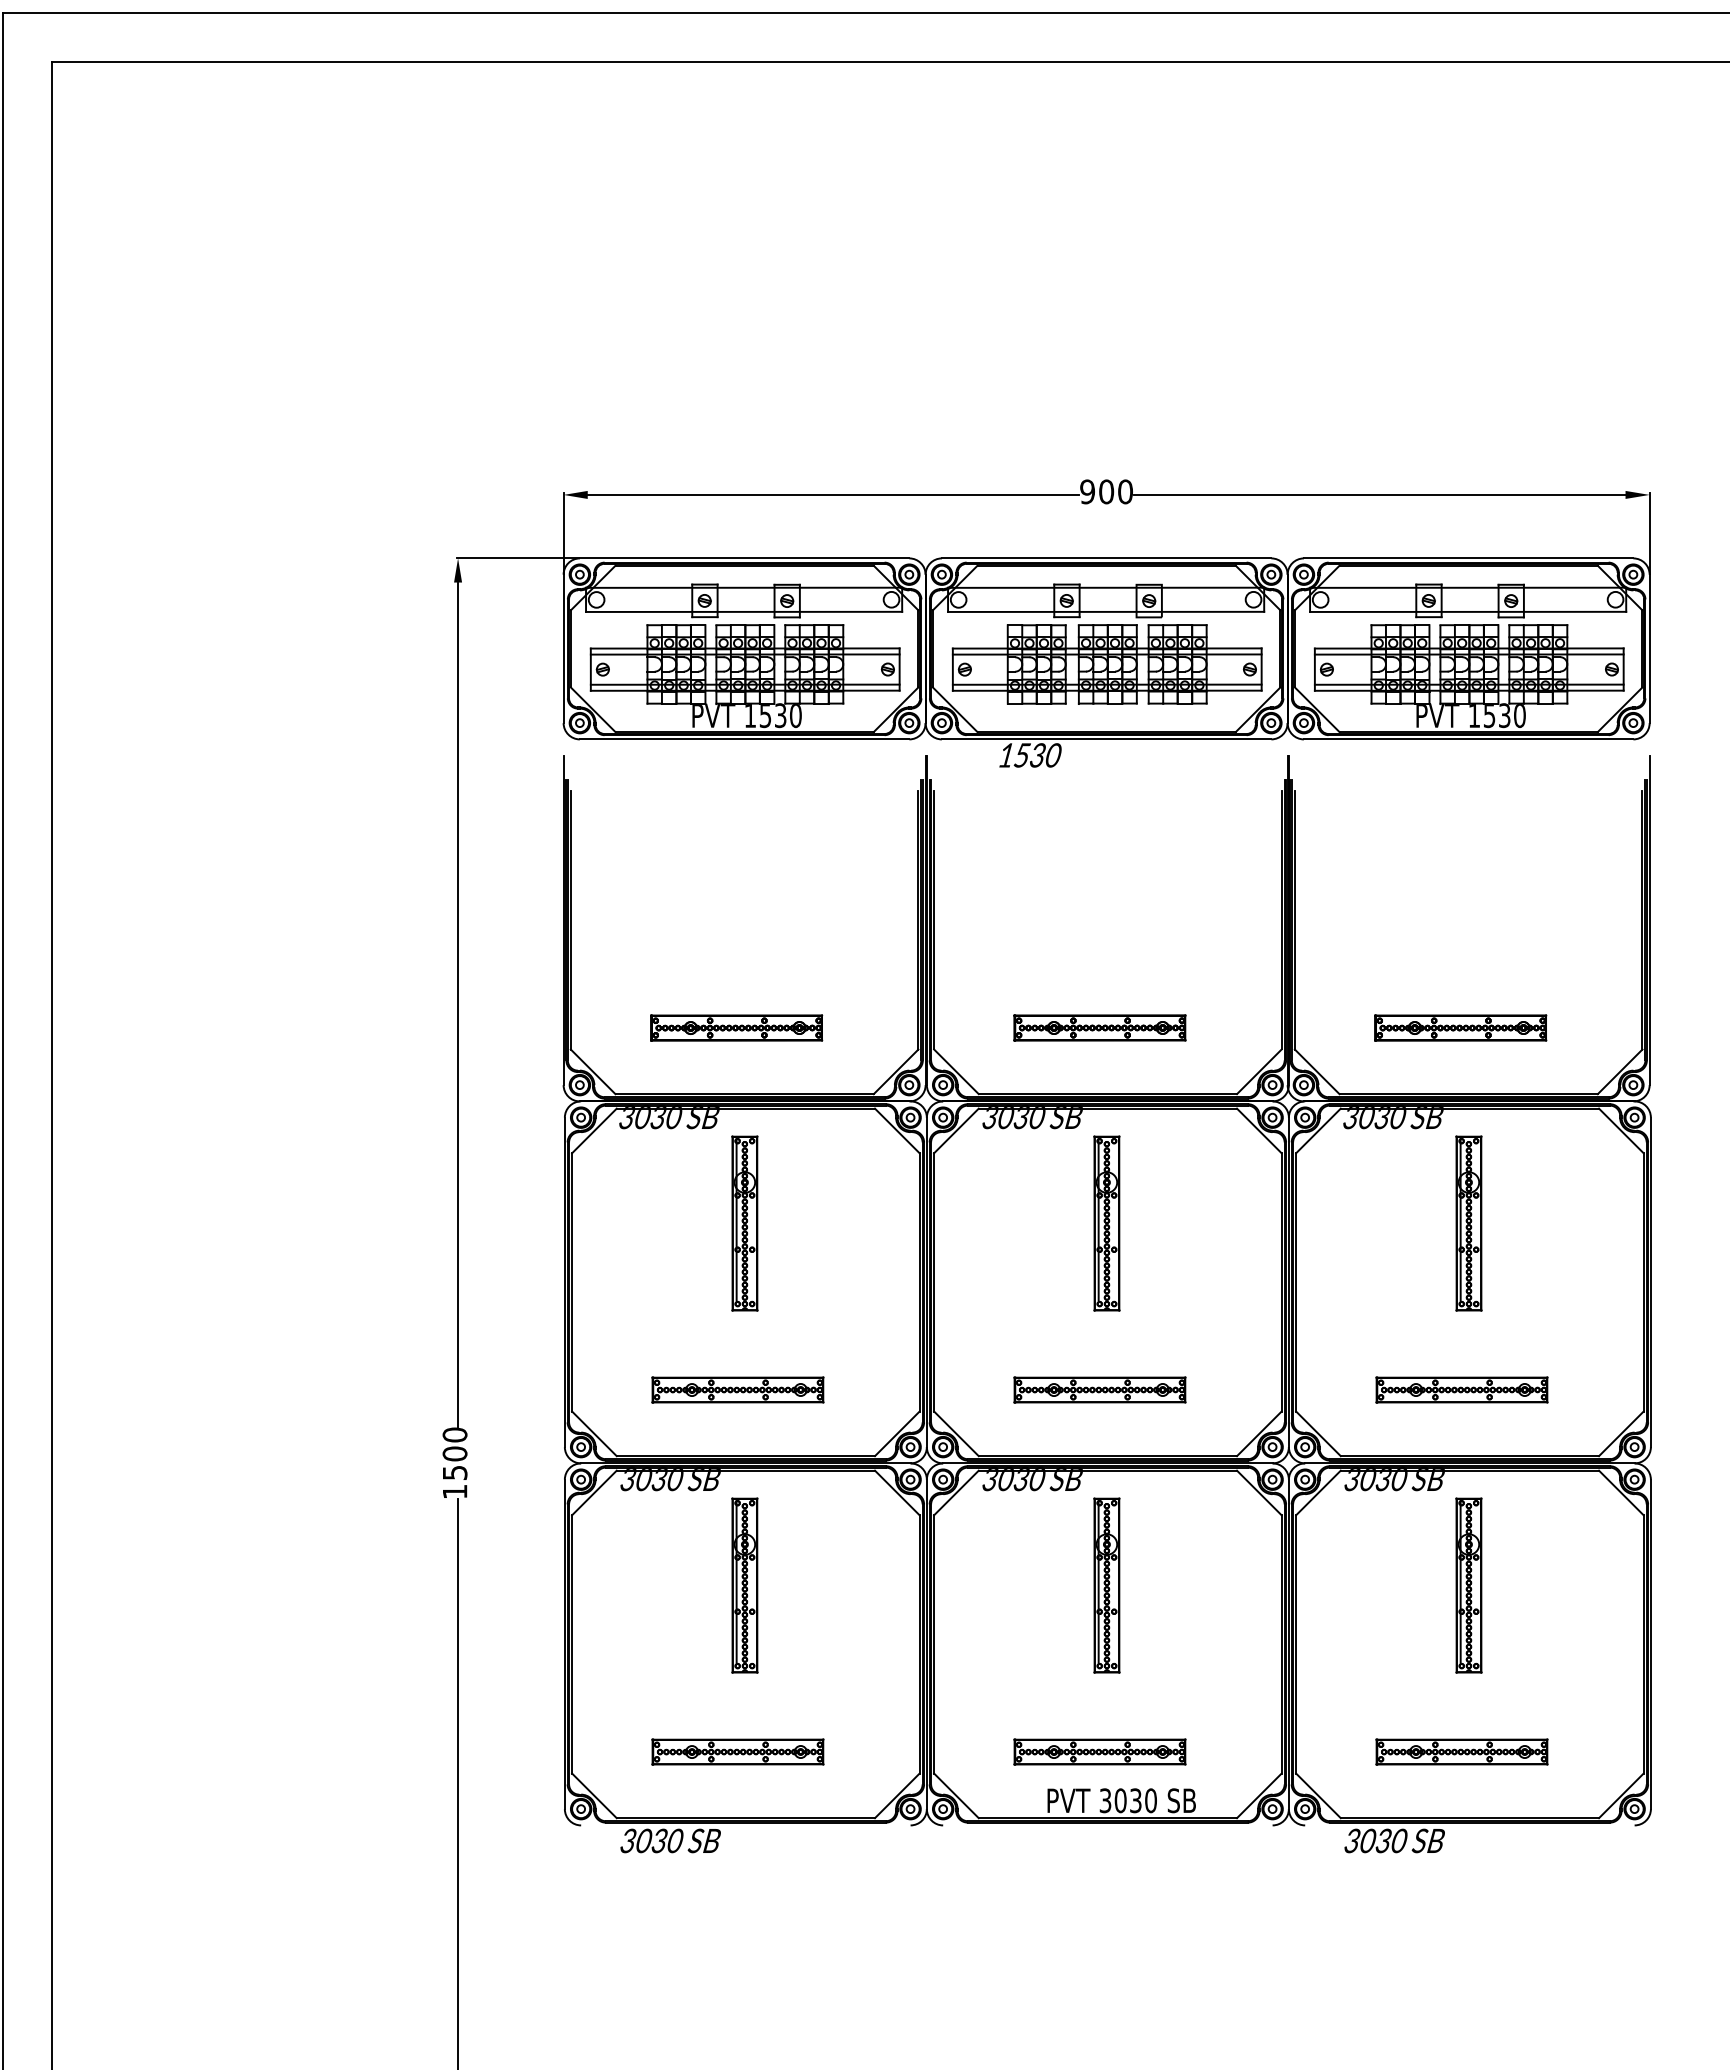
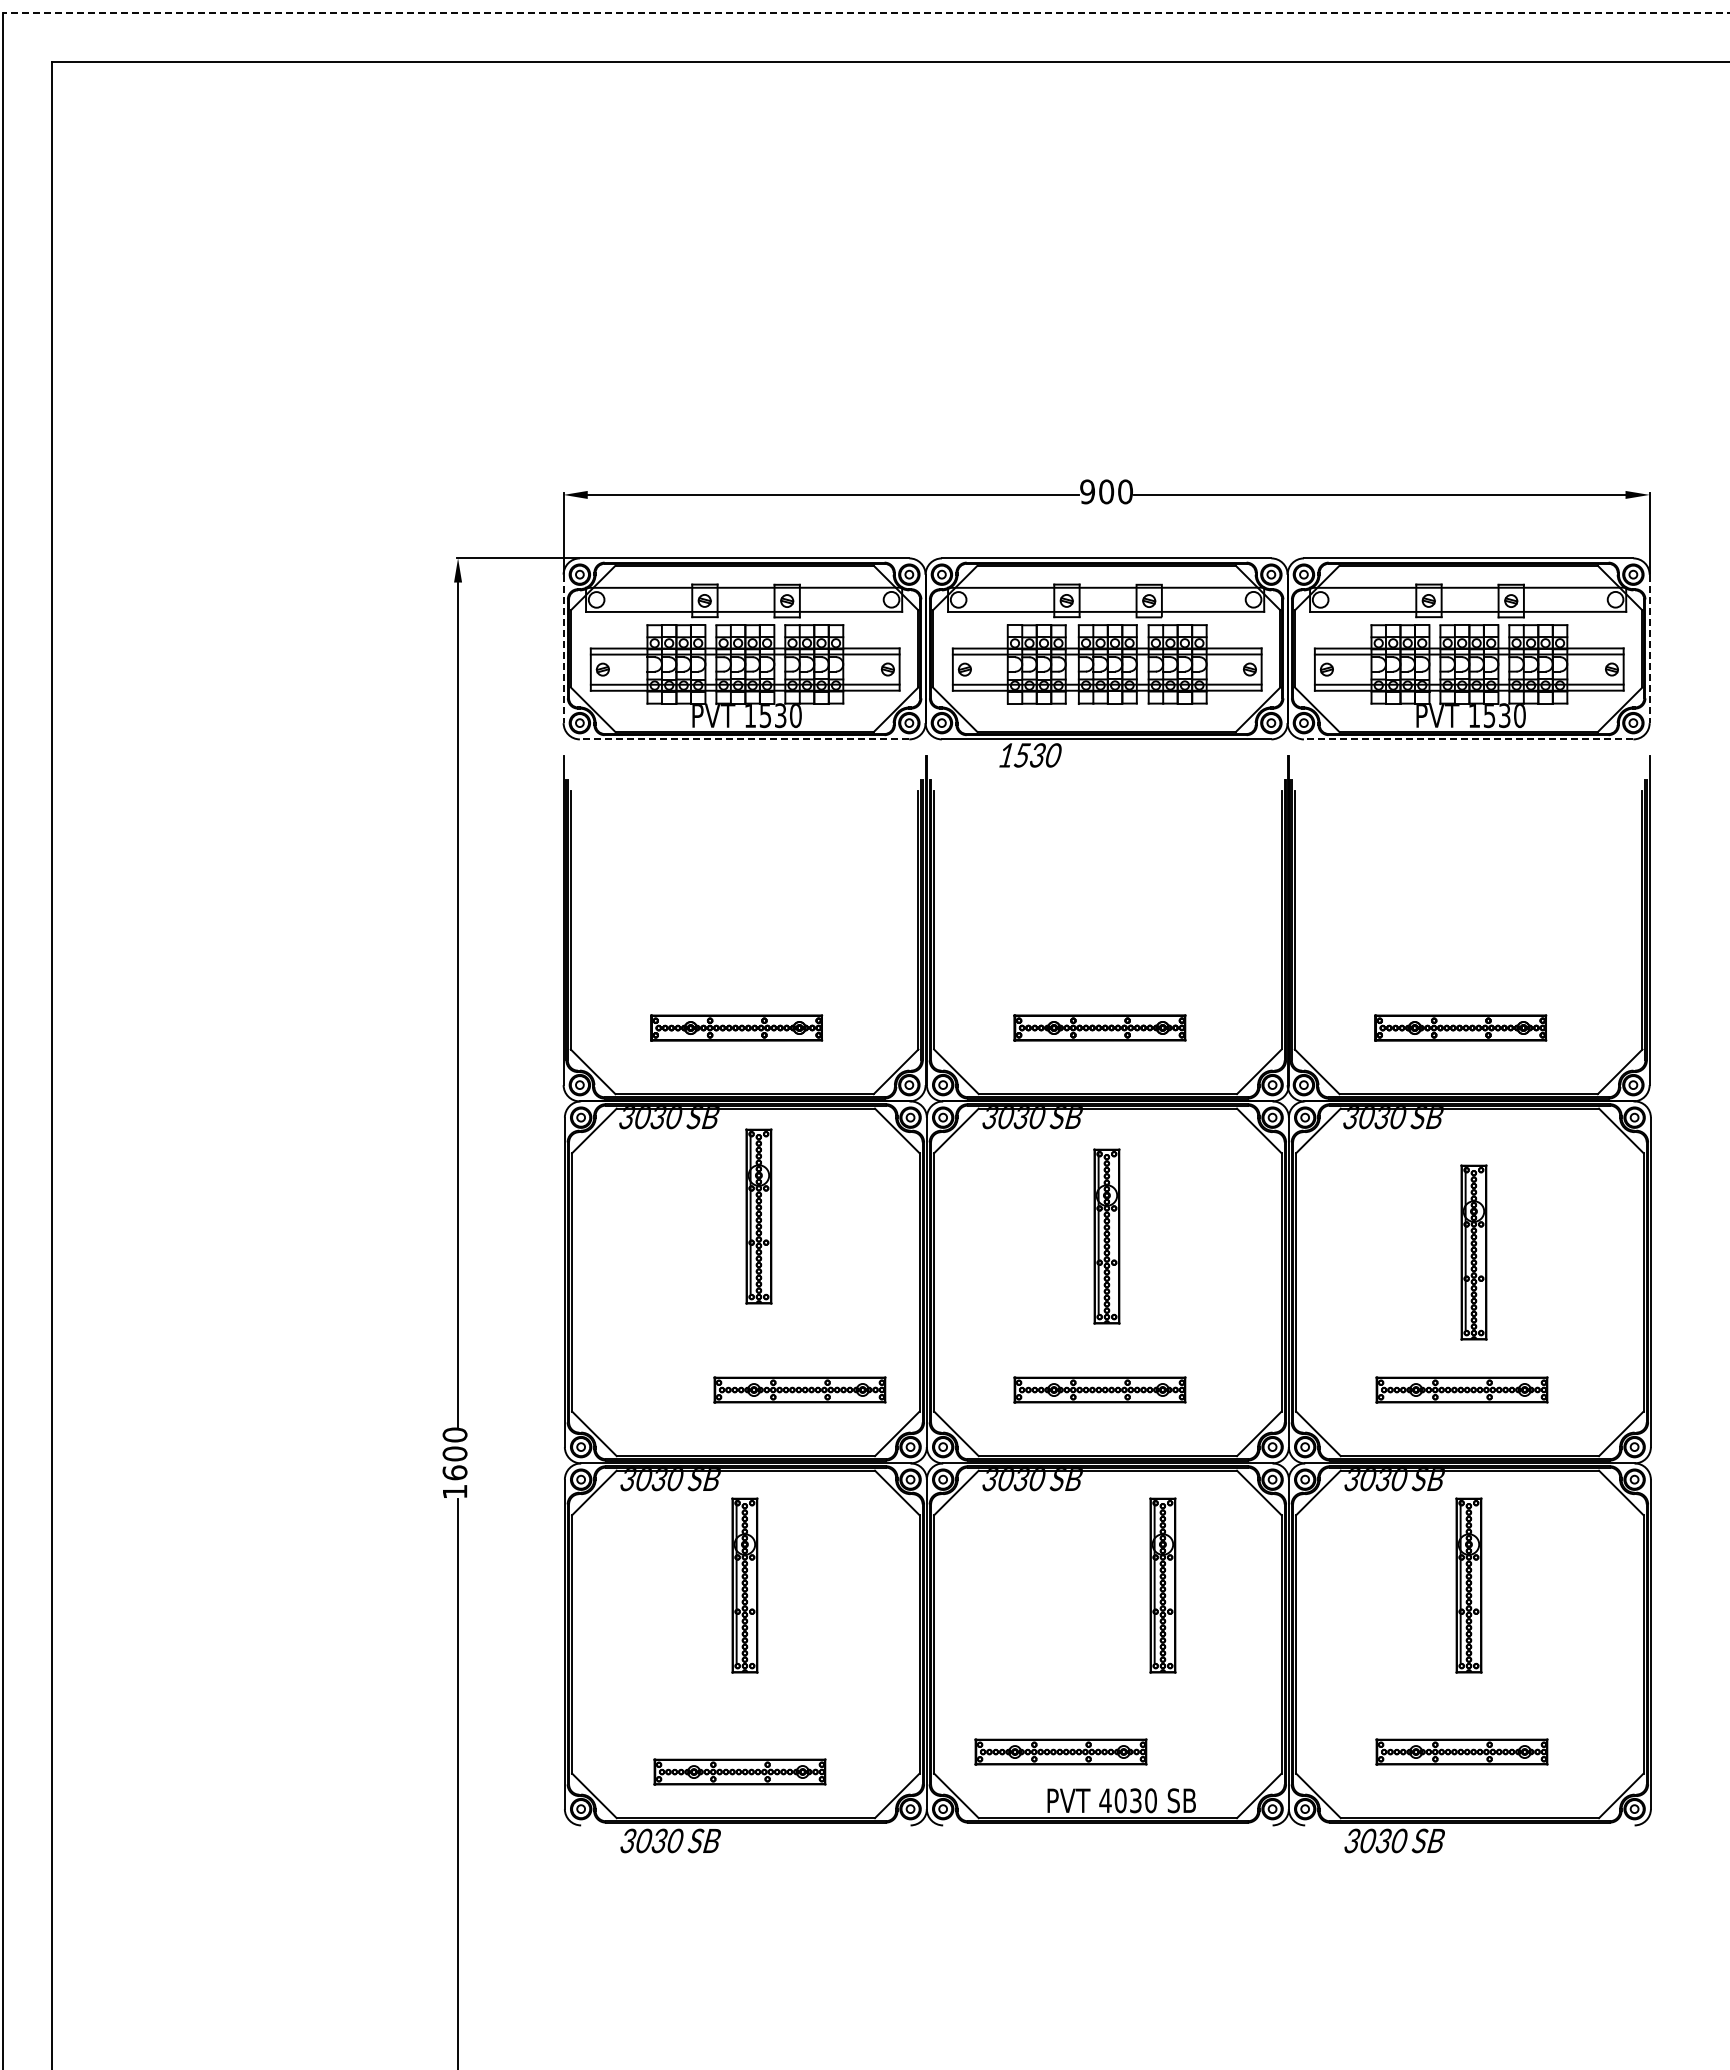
line at (865, 12): solid -> dashed
line at (563, 649): solid -> dashed
line at (1649, 649): solid -> dashed
line at (744, 739): solid -> dashed
line at (1468, 739): solid -> dashed
part at (744, 1223) position: (744, 1223) -> (758, 1216)
part at (1106, 1223) position: (1106, 1223) -> (1106, 1236)
part at (1468, 1223) position: (1468, 1223) -> (1473, 1252)
part at (737, 1389) position: (737, 1389) -> (799, 1389)
text at (454, 1472): 1500 -> 1600
part at (1106, 1585) position: (1106, 1585) -> (1162, 1585)
part at (737, 1751) position: (737, 1751) -> (739, 1771)
part at (1099, 1751) position: (1099, 1751) -> (1060, 1751)
text at (1105, 1800): 3030 -> 4030
